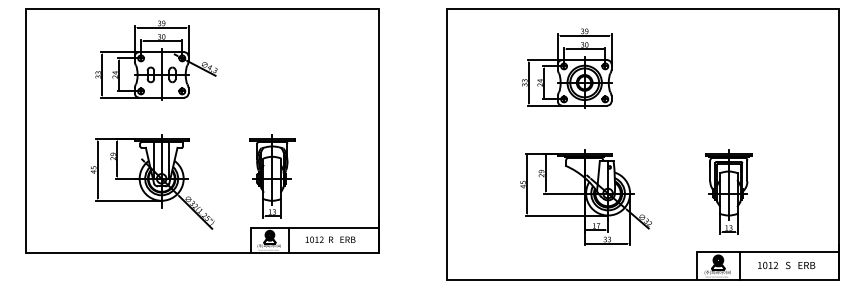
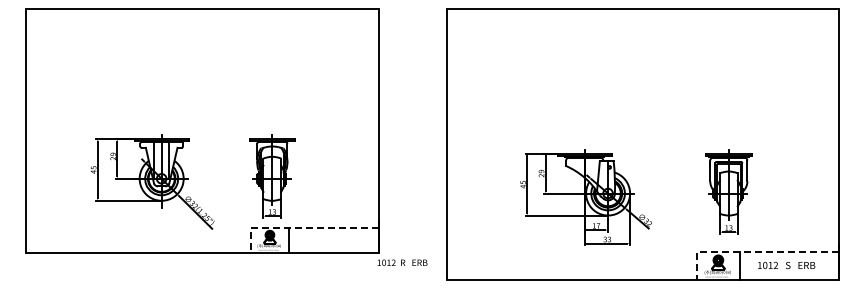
part at (156, 60): present -> none
part at (567, 68): present -> none
line at (300, 227): solid -> dashed
text at (330, 239) position: (330, 239) -> (402, 262)
line at (753, 252): solid -> dashed
